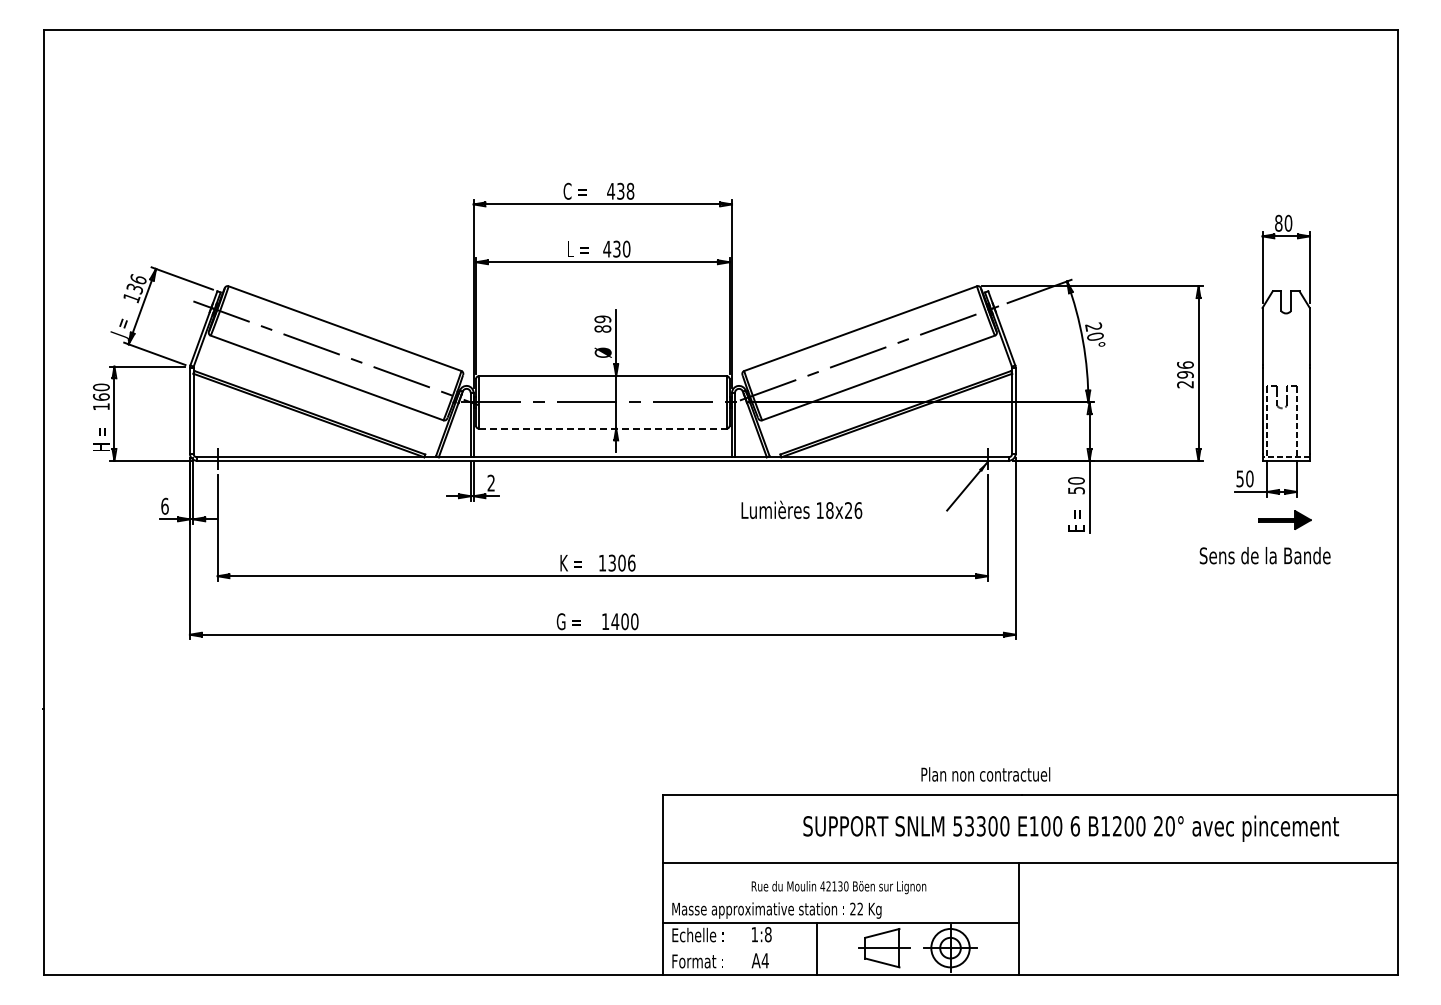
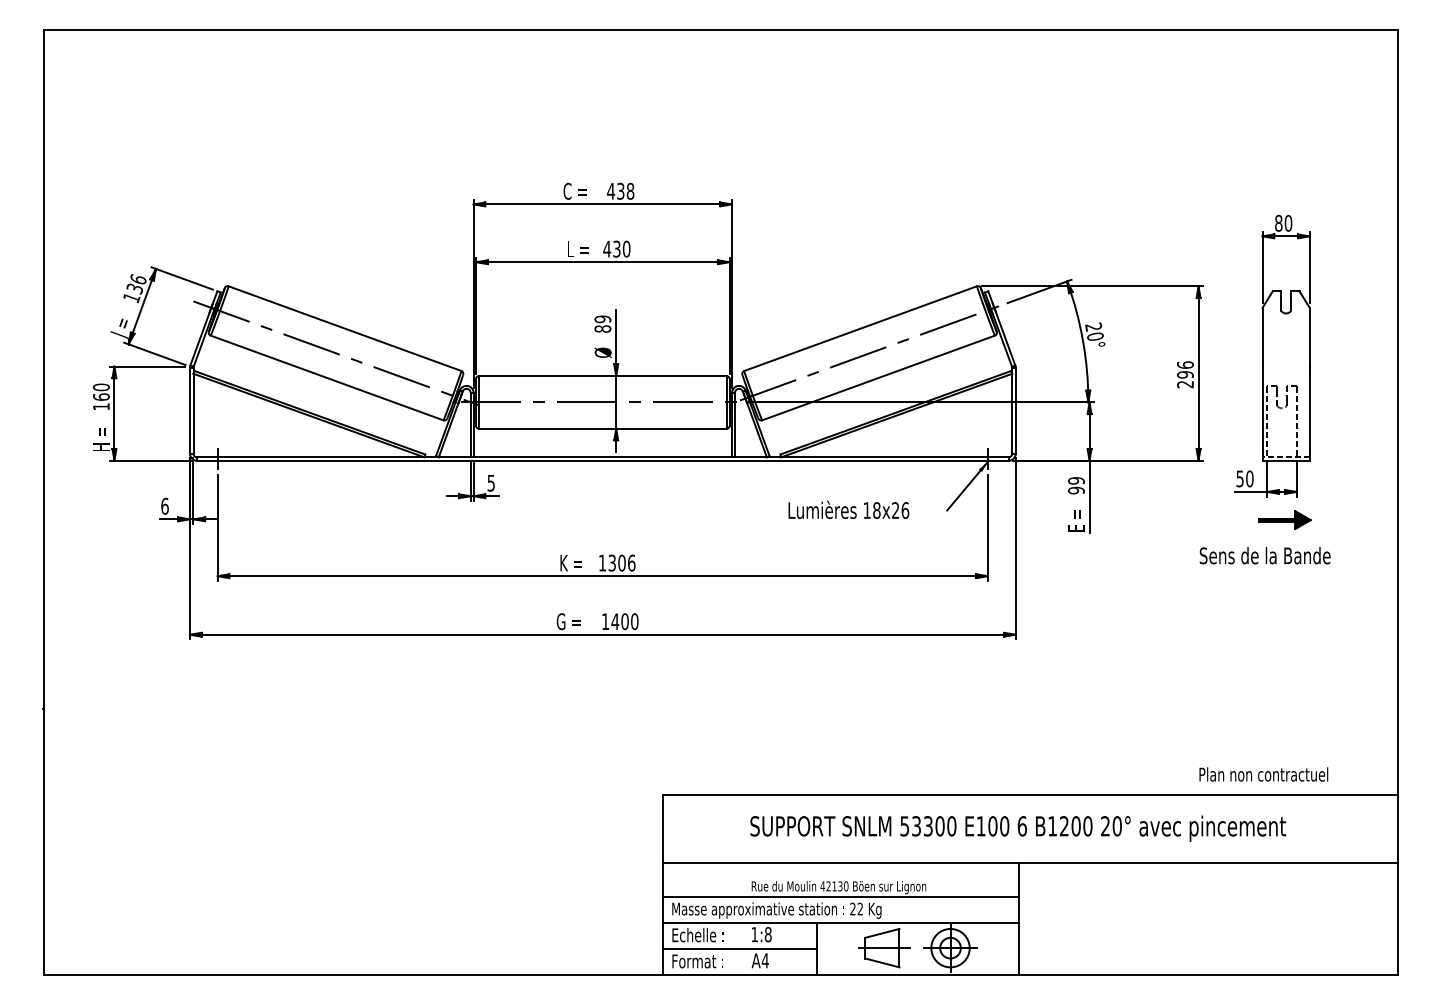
line at (602, 428): dashed -> solid
text at (490, 482): 2 -> 5
text at (1076, 485): 50 -> 99
text at (801, 509) position: (801, 509) -> (848, 509)
text at (985, 774) position: (985, 774) -> (1263, 774)
text at (1070, 828) position: (1070, 828) -> (1017, 828)
line at (840, 896): none -> present
line at (740, 948): none -> present
